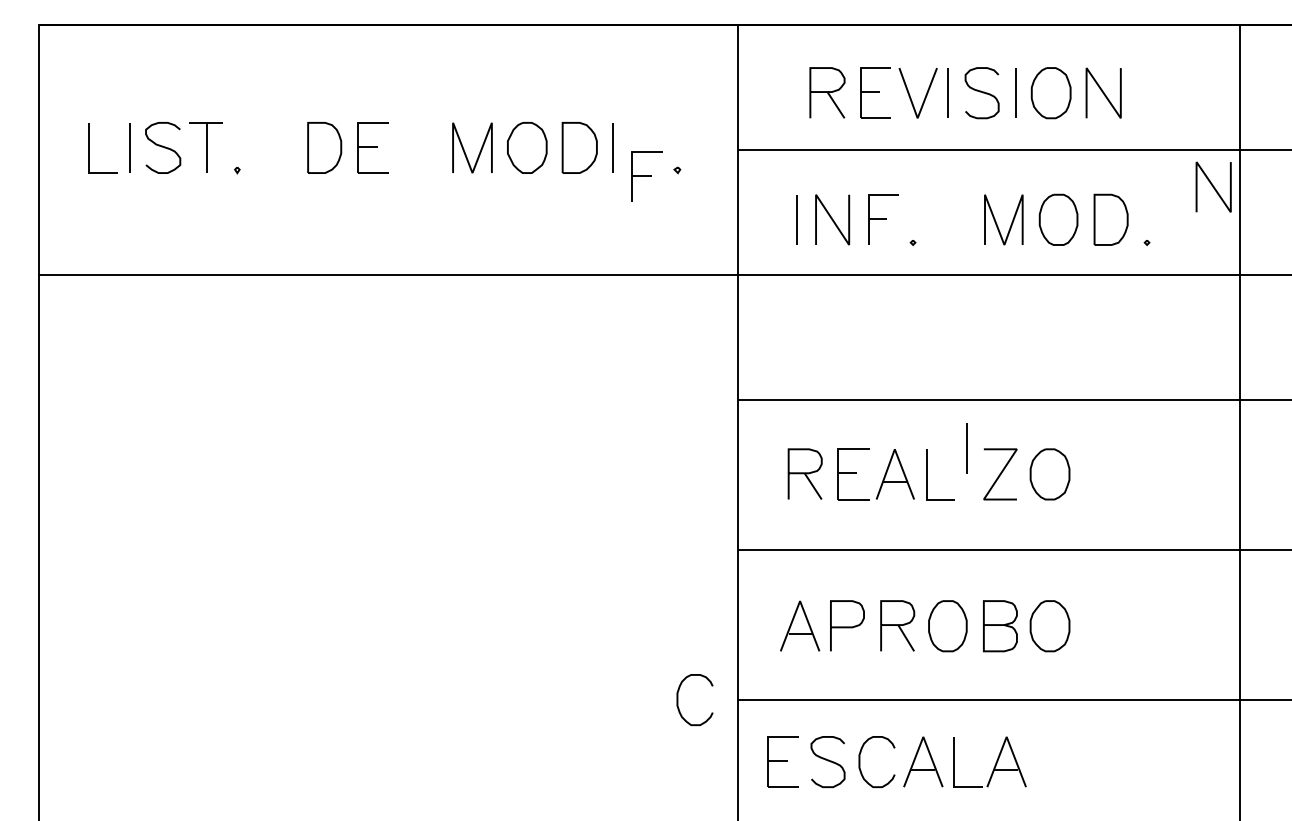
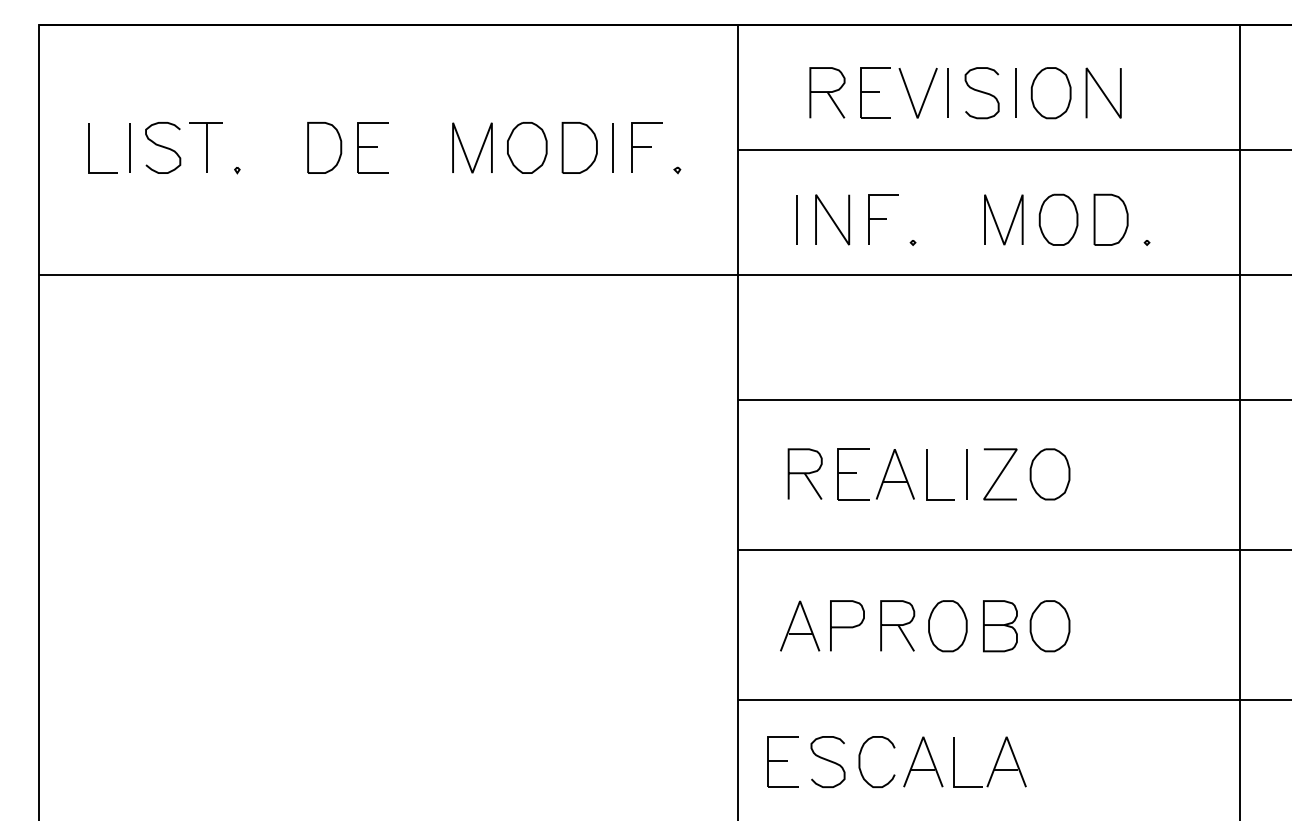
part at (646, 176) position: (646, 176) -> (646, 147)
curve at (1213, 186): present -> none
line at (966, 448) position: (966, 448) -> (966, 474)
curve at (678, 700): present -> none
